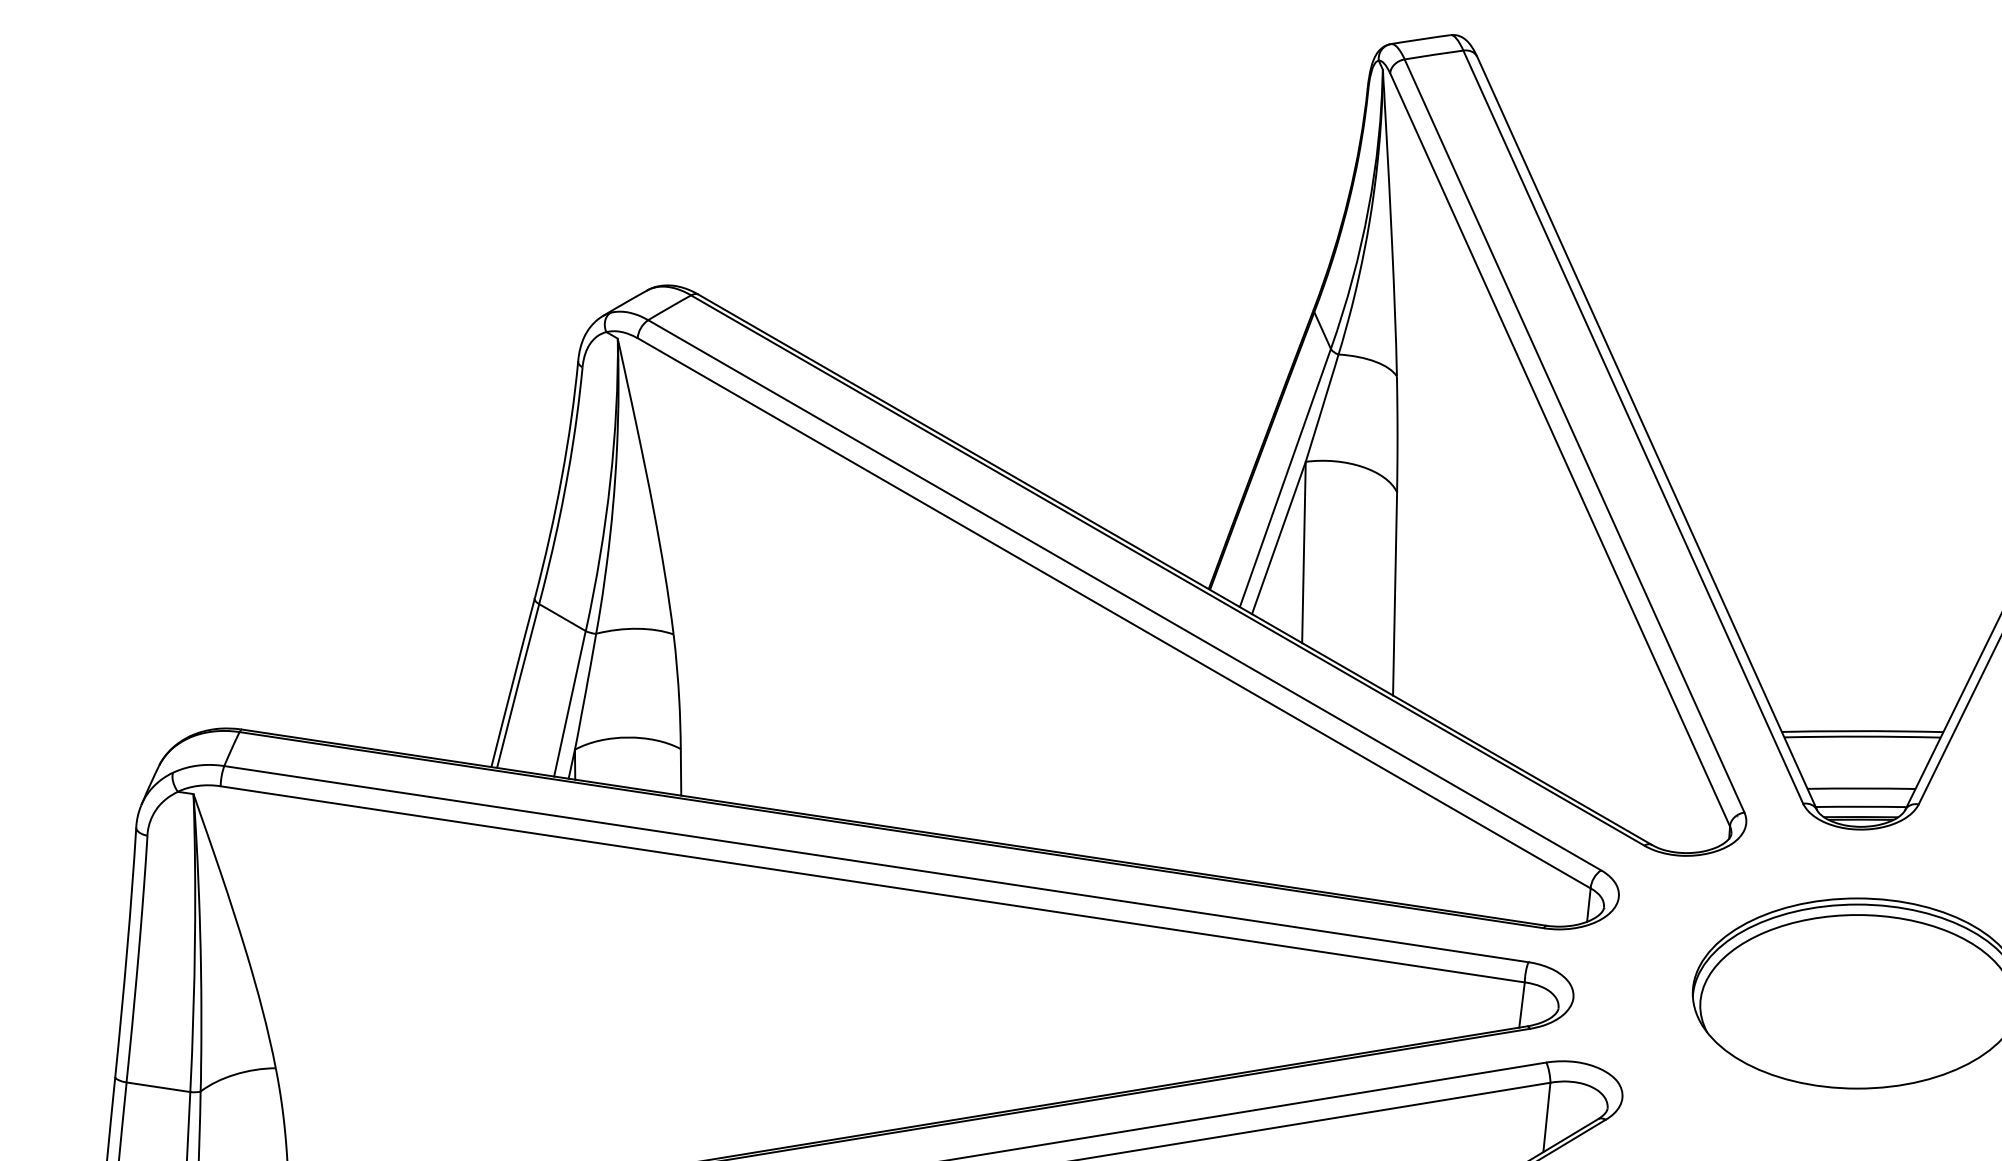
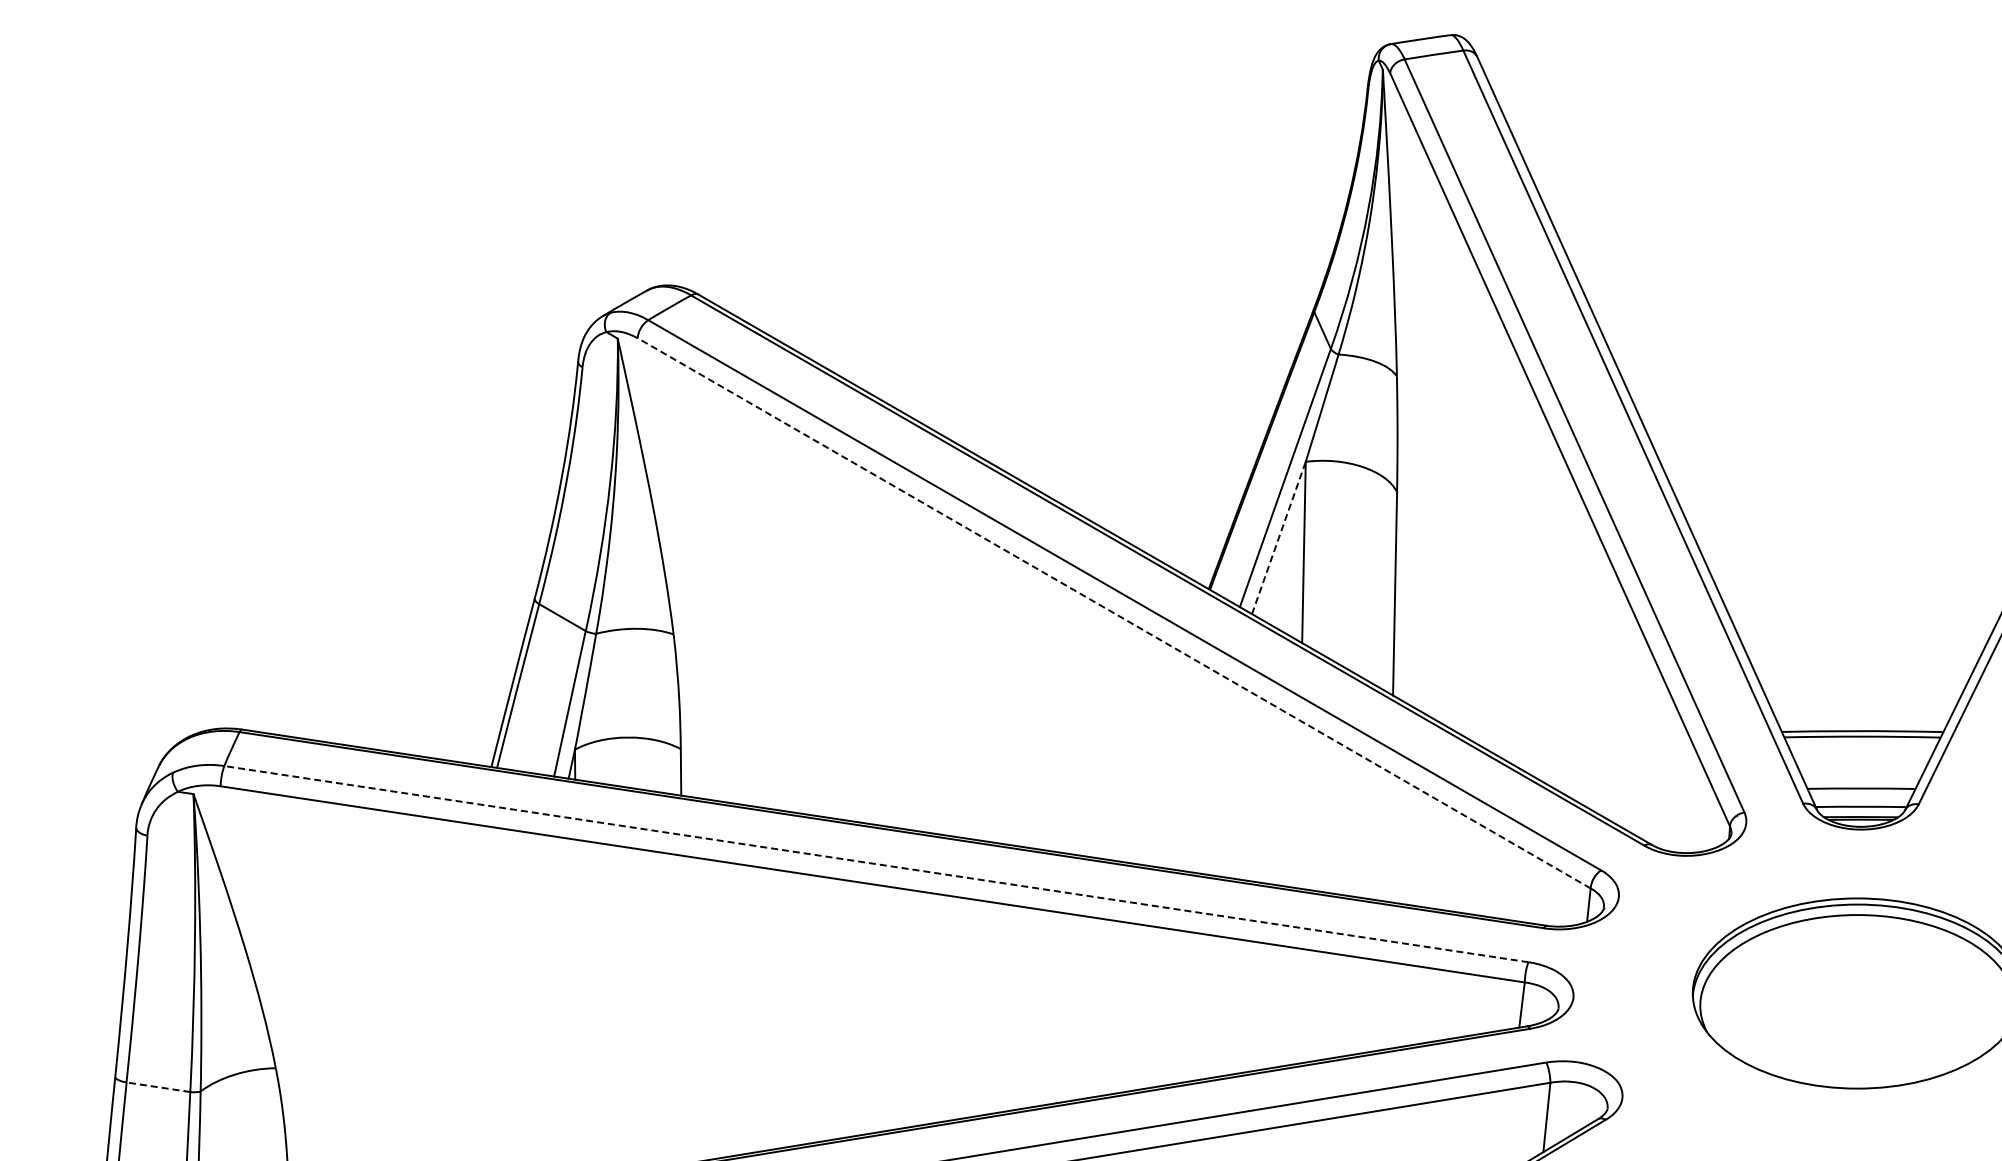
line at (1278, 537): solid -> dashed
line at (1113, 613): solid -> dashed
line at (876, 864): solid -> dashed
line at (157, 1087): solid -> dashed
